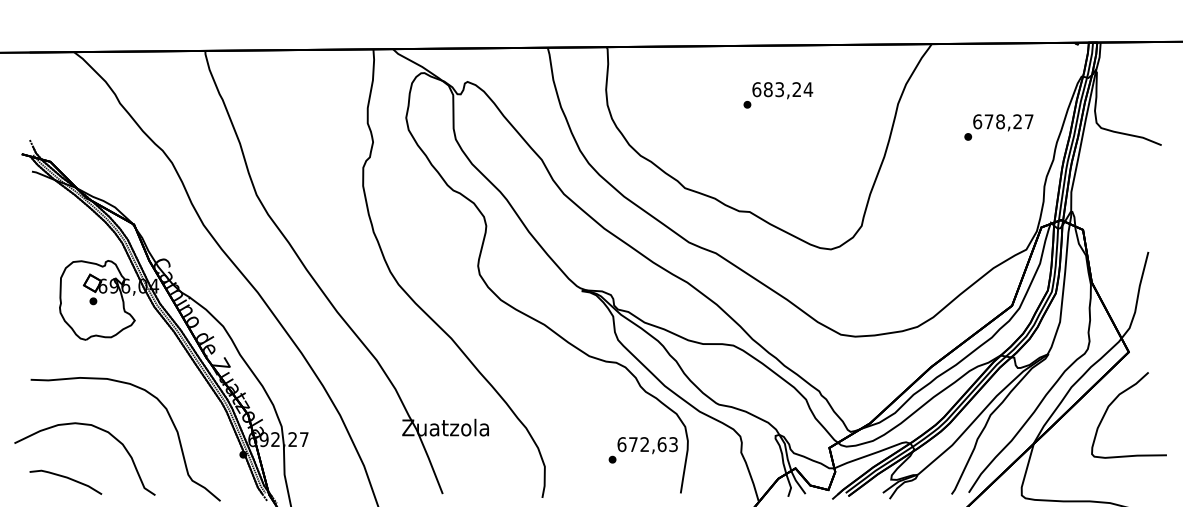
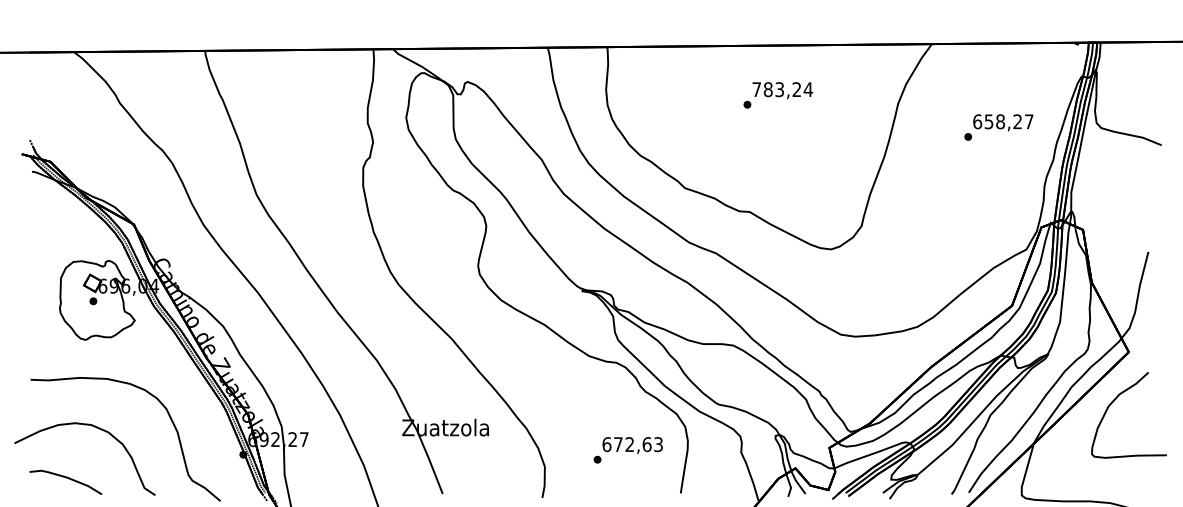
text at (756, 89): 683,24 -> 783,24
text at (988, 121): 678,27 -> 658,27
text at (642, 450) position: (642, 450) -> (627, 450)
